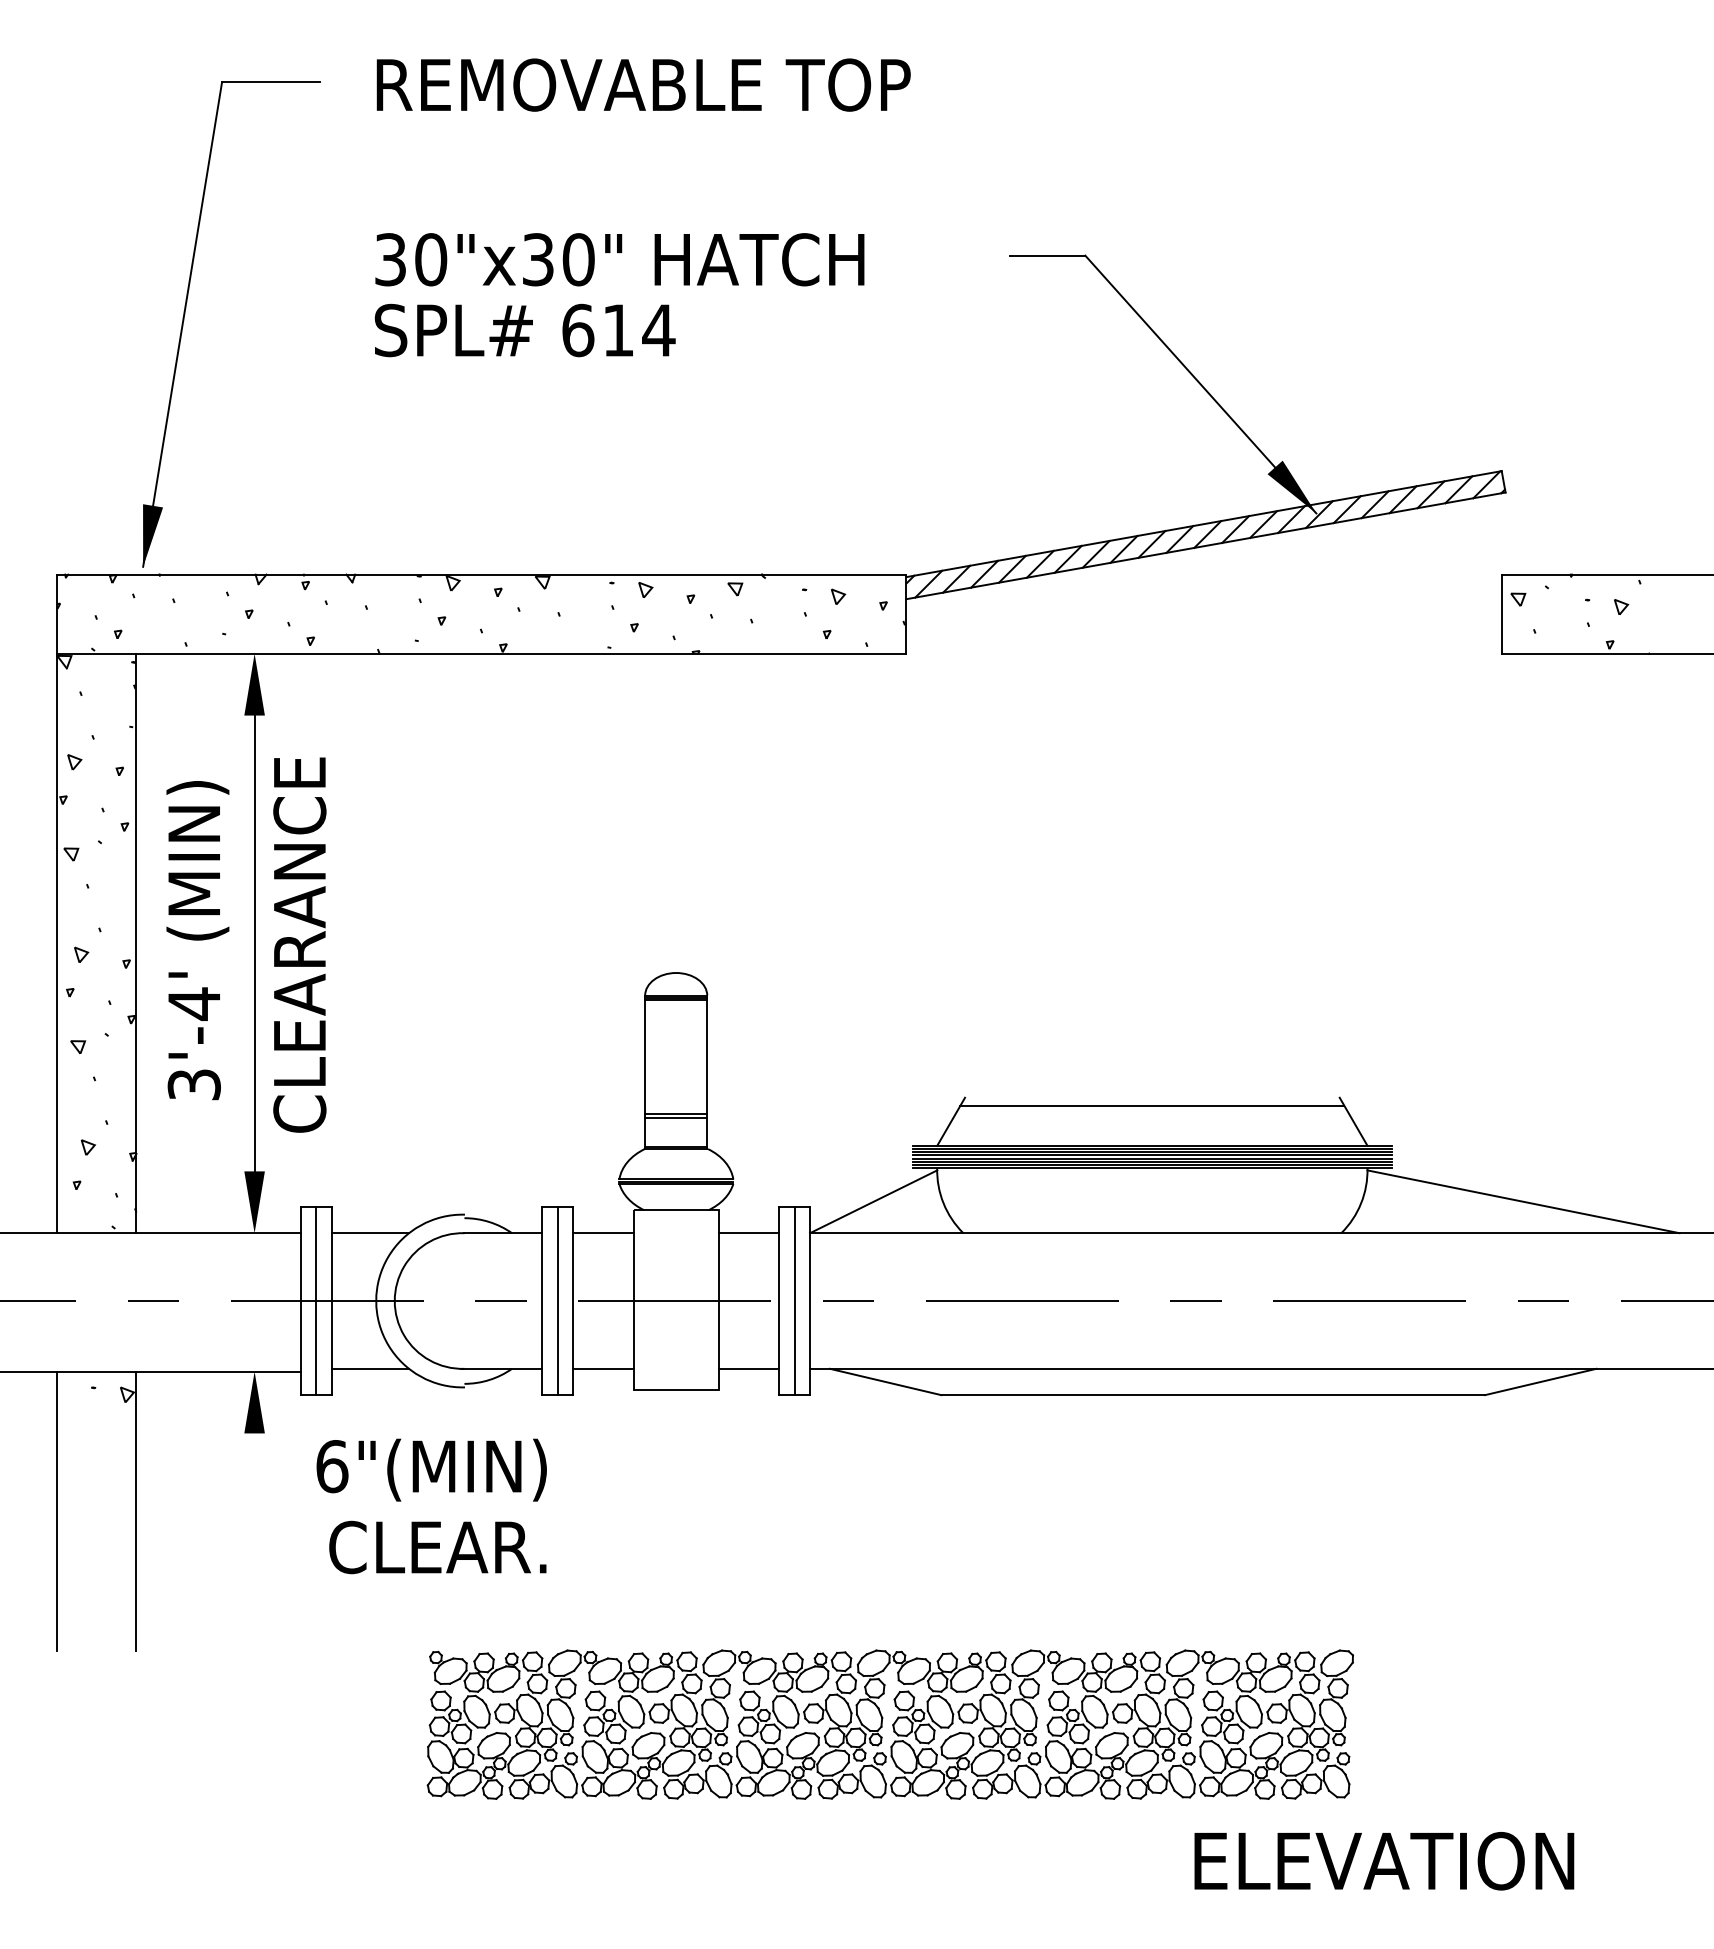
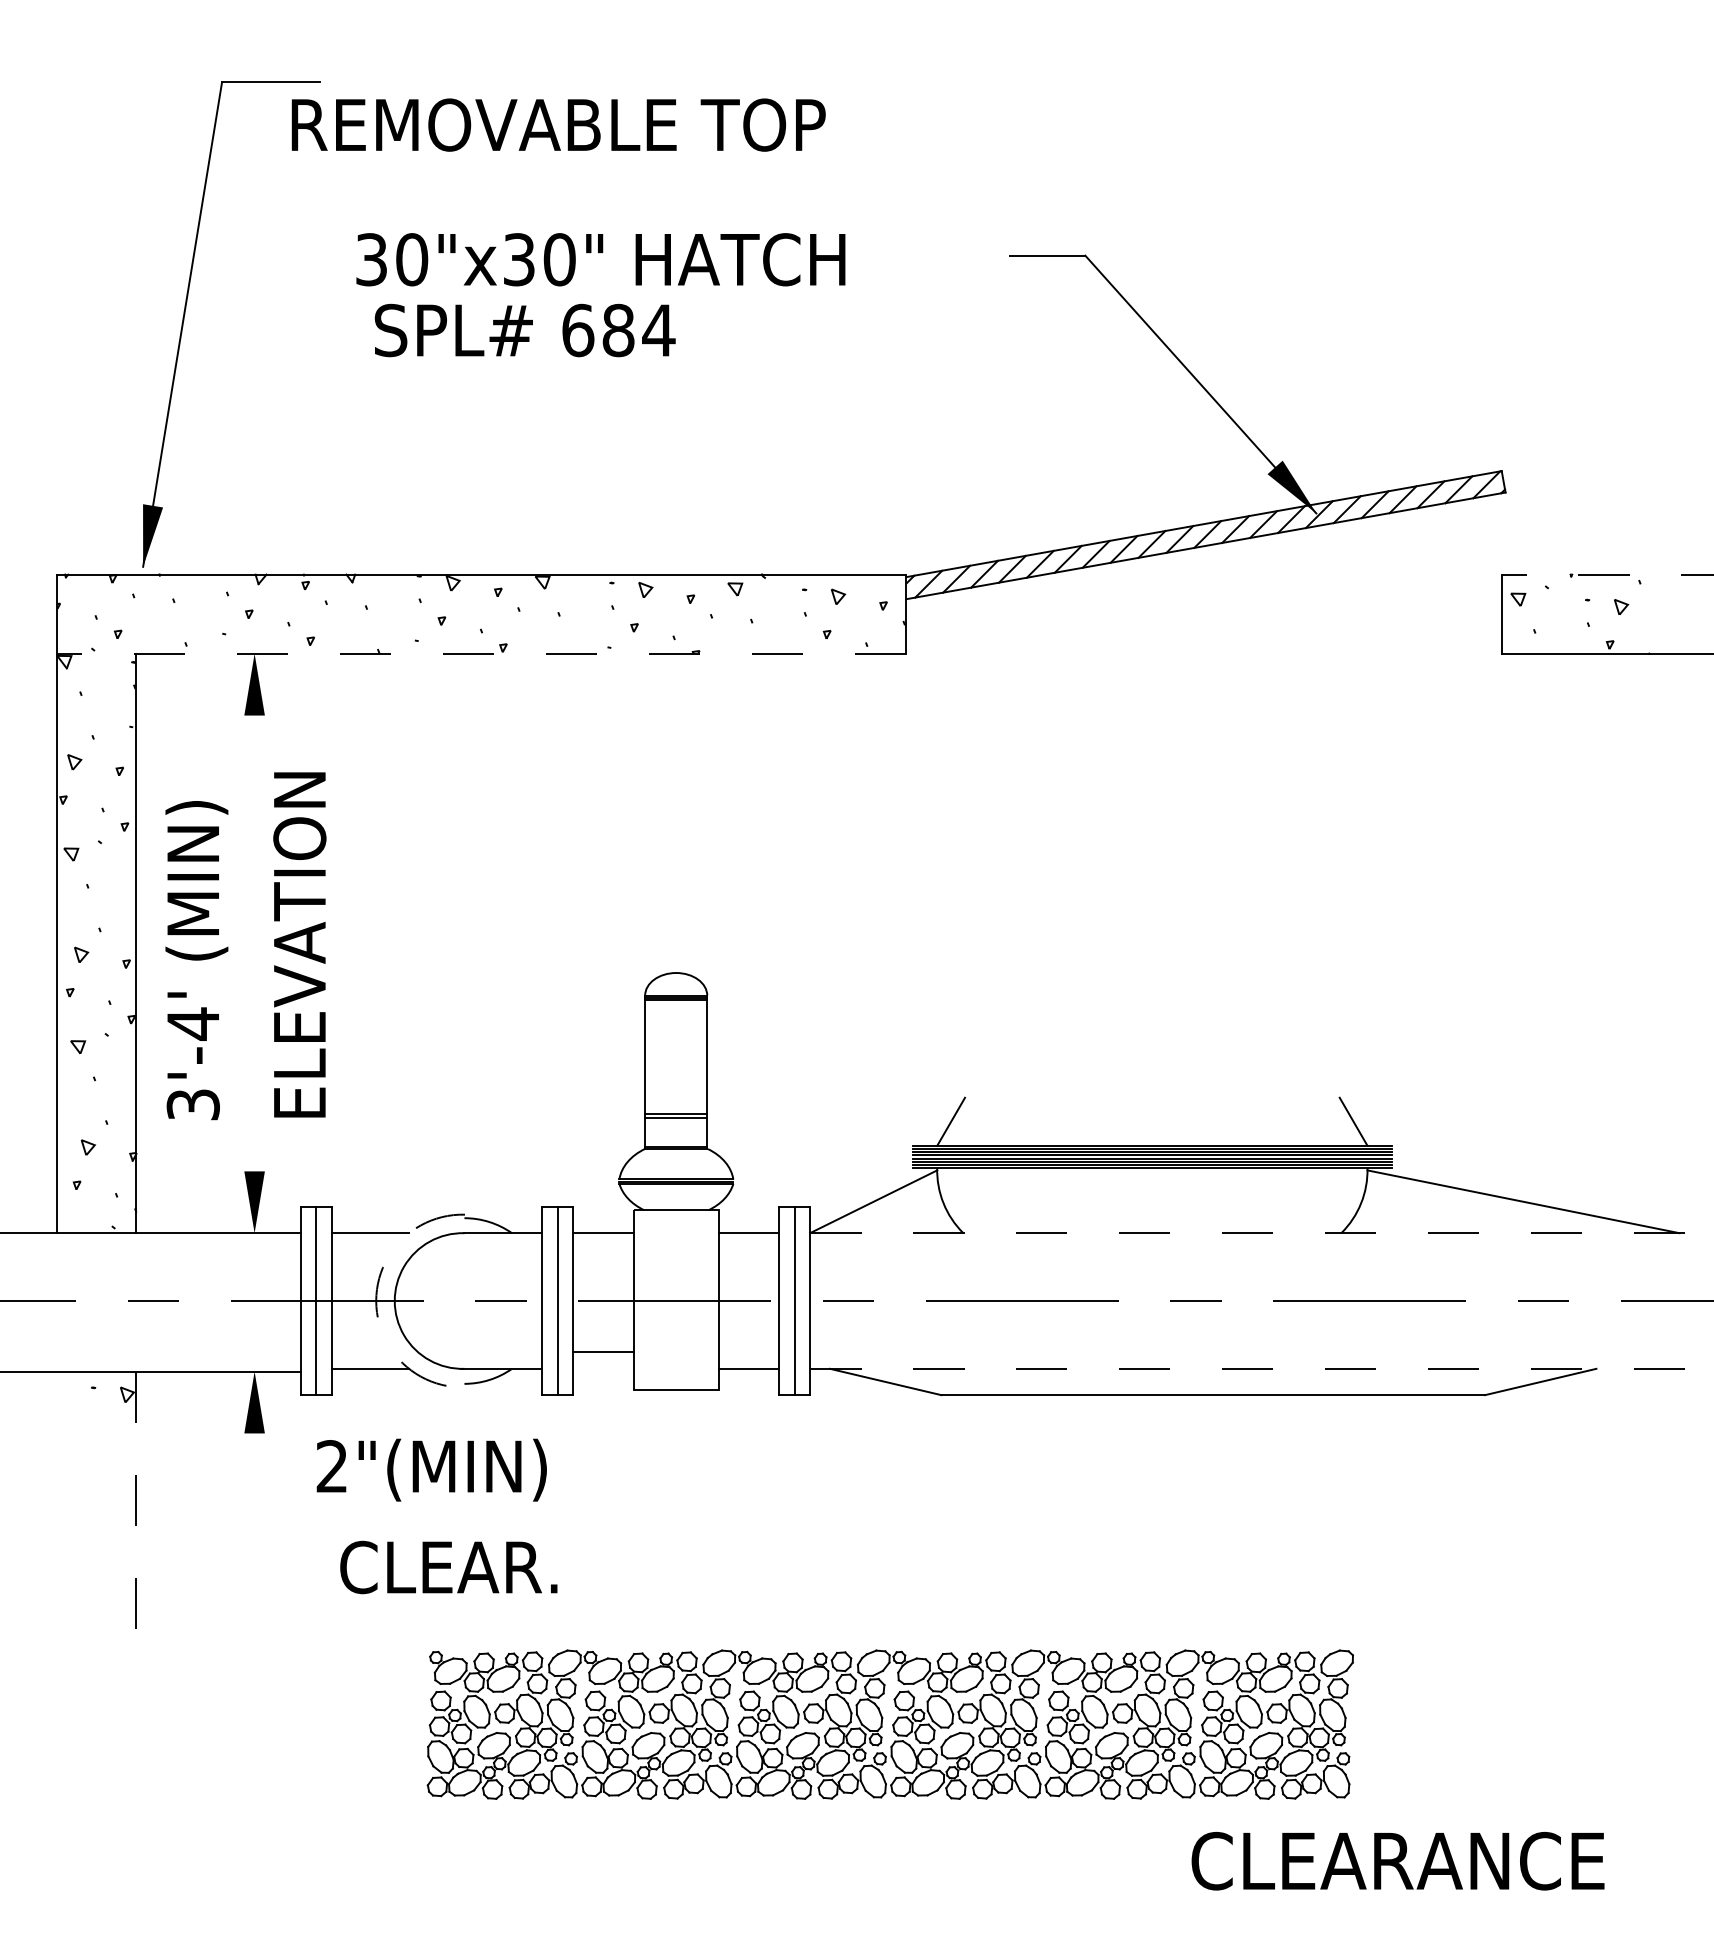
text at (643, 84) position: (643, 84) -> (558, 124)
text at (619, 259) position: (619, 259) -> (600, 259)
text at (618, 330): 614 -> 684
line at (1607, 574): solid -> dashed
line at (481, 653): solid -> dashed
text at (197, 940) position: (197, 940) -> (196, 960)
line at (254, 943): present -> none
text at (299, 944): CLEARANCE -> ELEVATION
line at (1152, 1105): present -> none
line at (1261, 1233): solid -> dashed
arc at (376, 1301): solid -> dashed
line at (603, 1368) position: (603, 1368) -> (603, 1351)
line at (1261, 1368): solid -> dashed
text at (332, 1466): 6"(MIN) -> 2"(MIN)
line at (57, 1510): present -> none
line at (136, 1511): solid -> dashed
text at (437, 1547) position: (437, 1547) -> (448, 1567)
text at (1397, 1860): ELEVATION -> CLEARANCE
